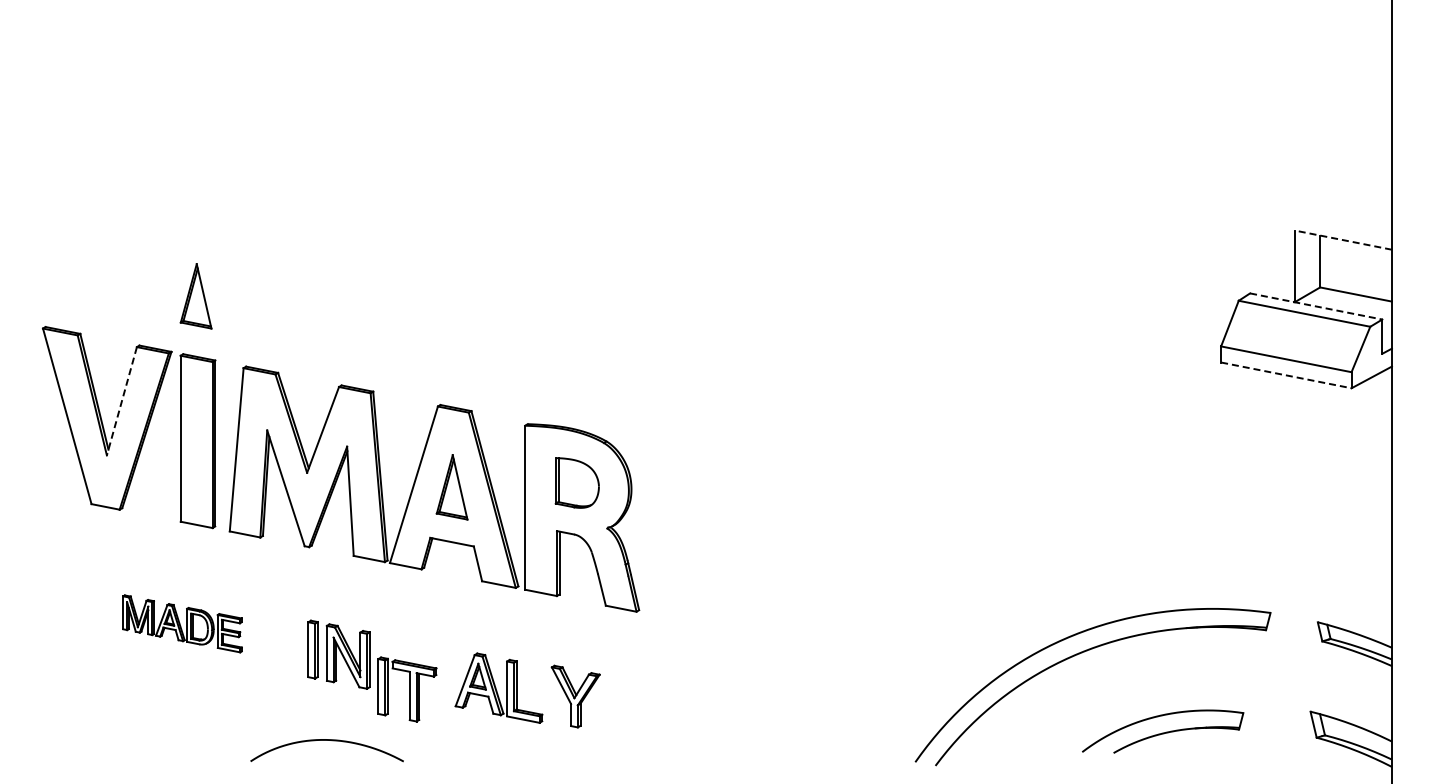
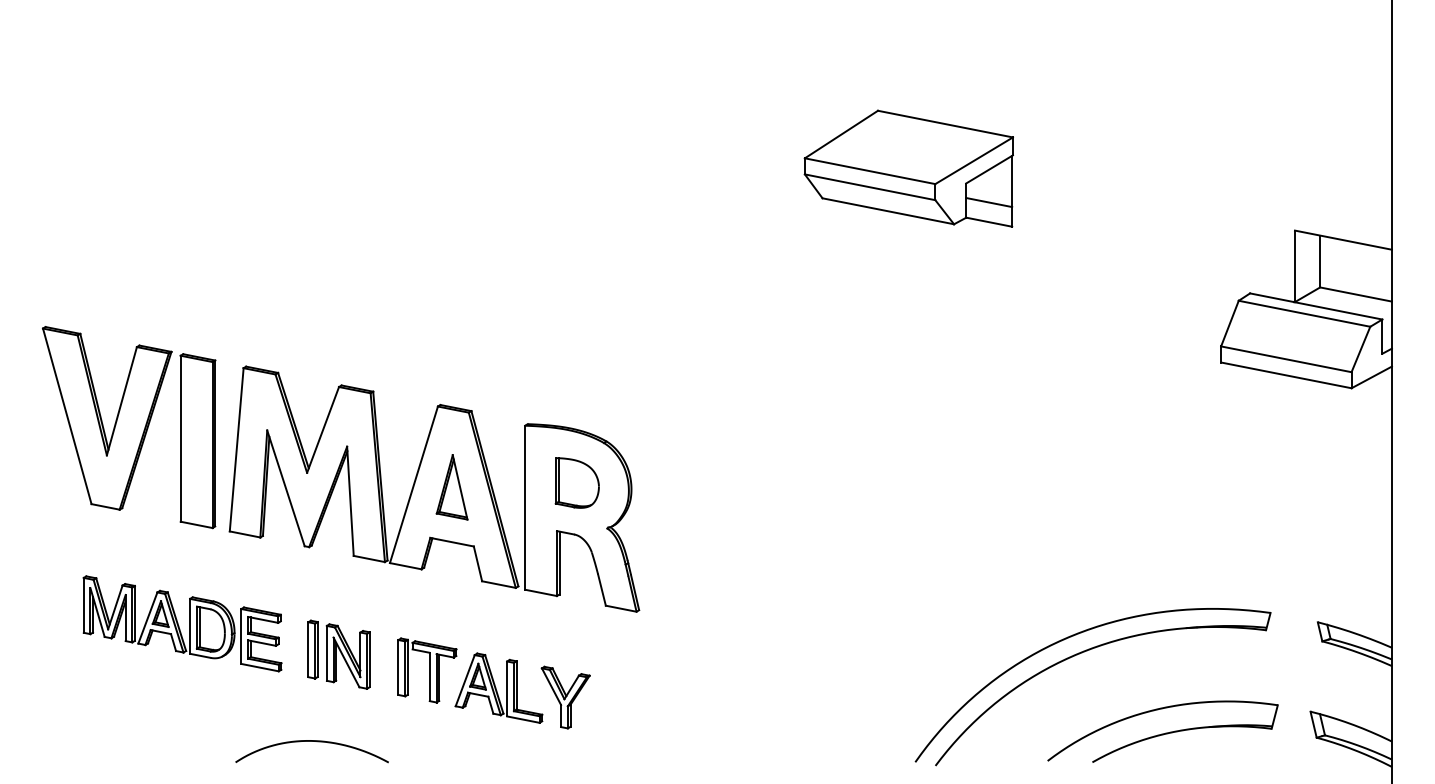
part at (908, 168): none -> present
line at (1342, 240): dashed -> solid
part at (195, 296): present -> none
line at (1316, 306): dashed -> solid
line at (1286, 375): dashed -> solid
line at (121, 401): dashed -> solid
part at (182, 623) size: 121x60 px -> 201x98 px
part at (407, 689) position: (407, 689) -> (427, 670)
part at (575, 696) position: (575, 696) -> (565, 697)
part at (1163, 731) size: 163x45 px -> 232x63 px
curve at (326, 740) position: (326, 740) -> (311, 741)
